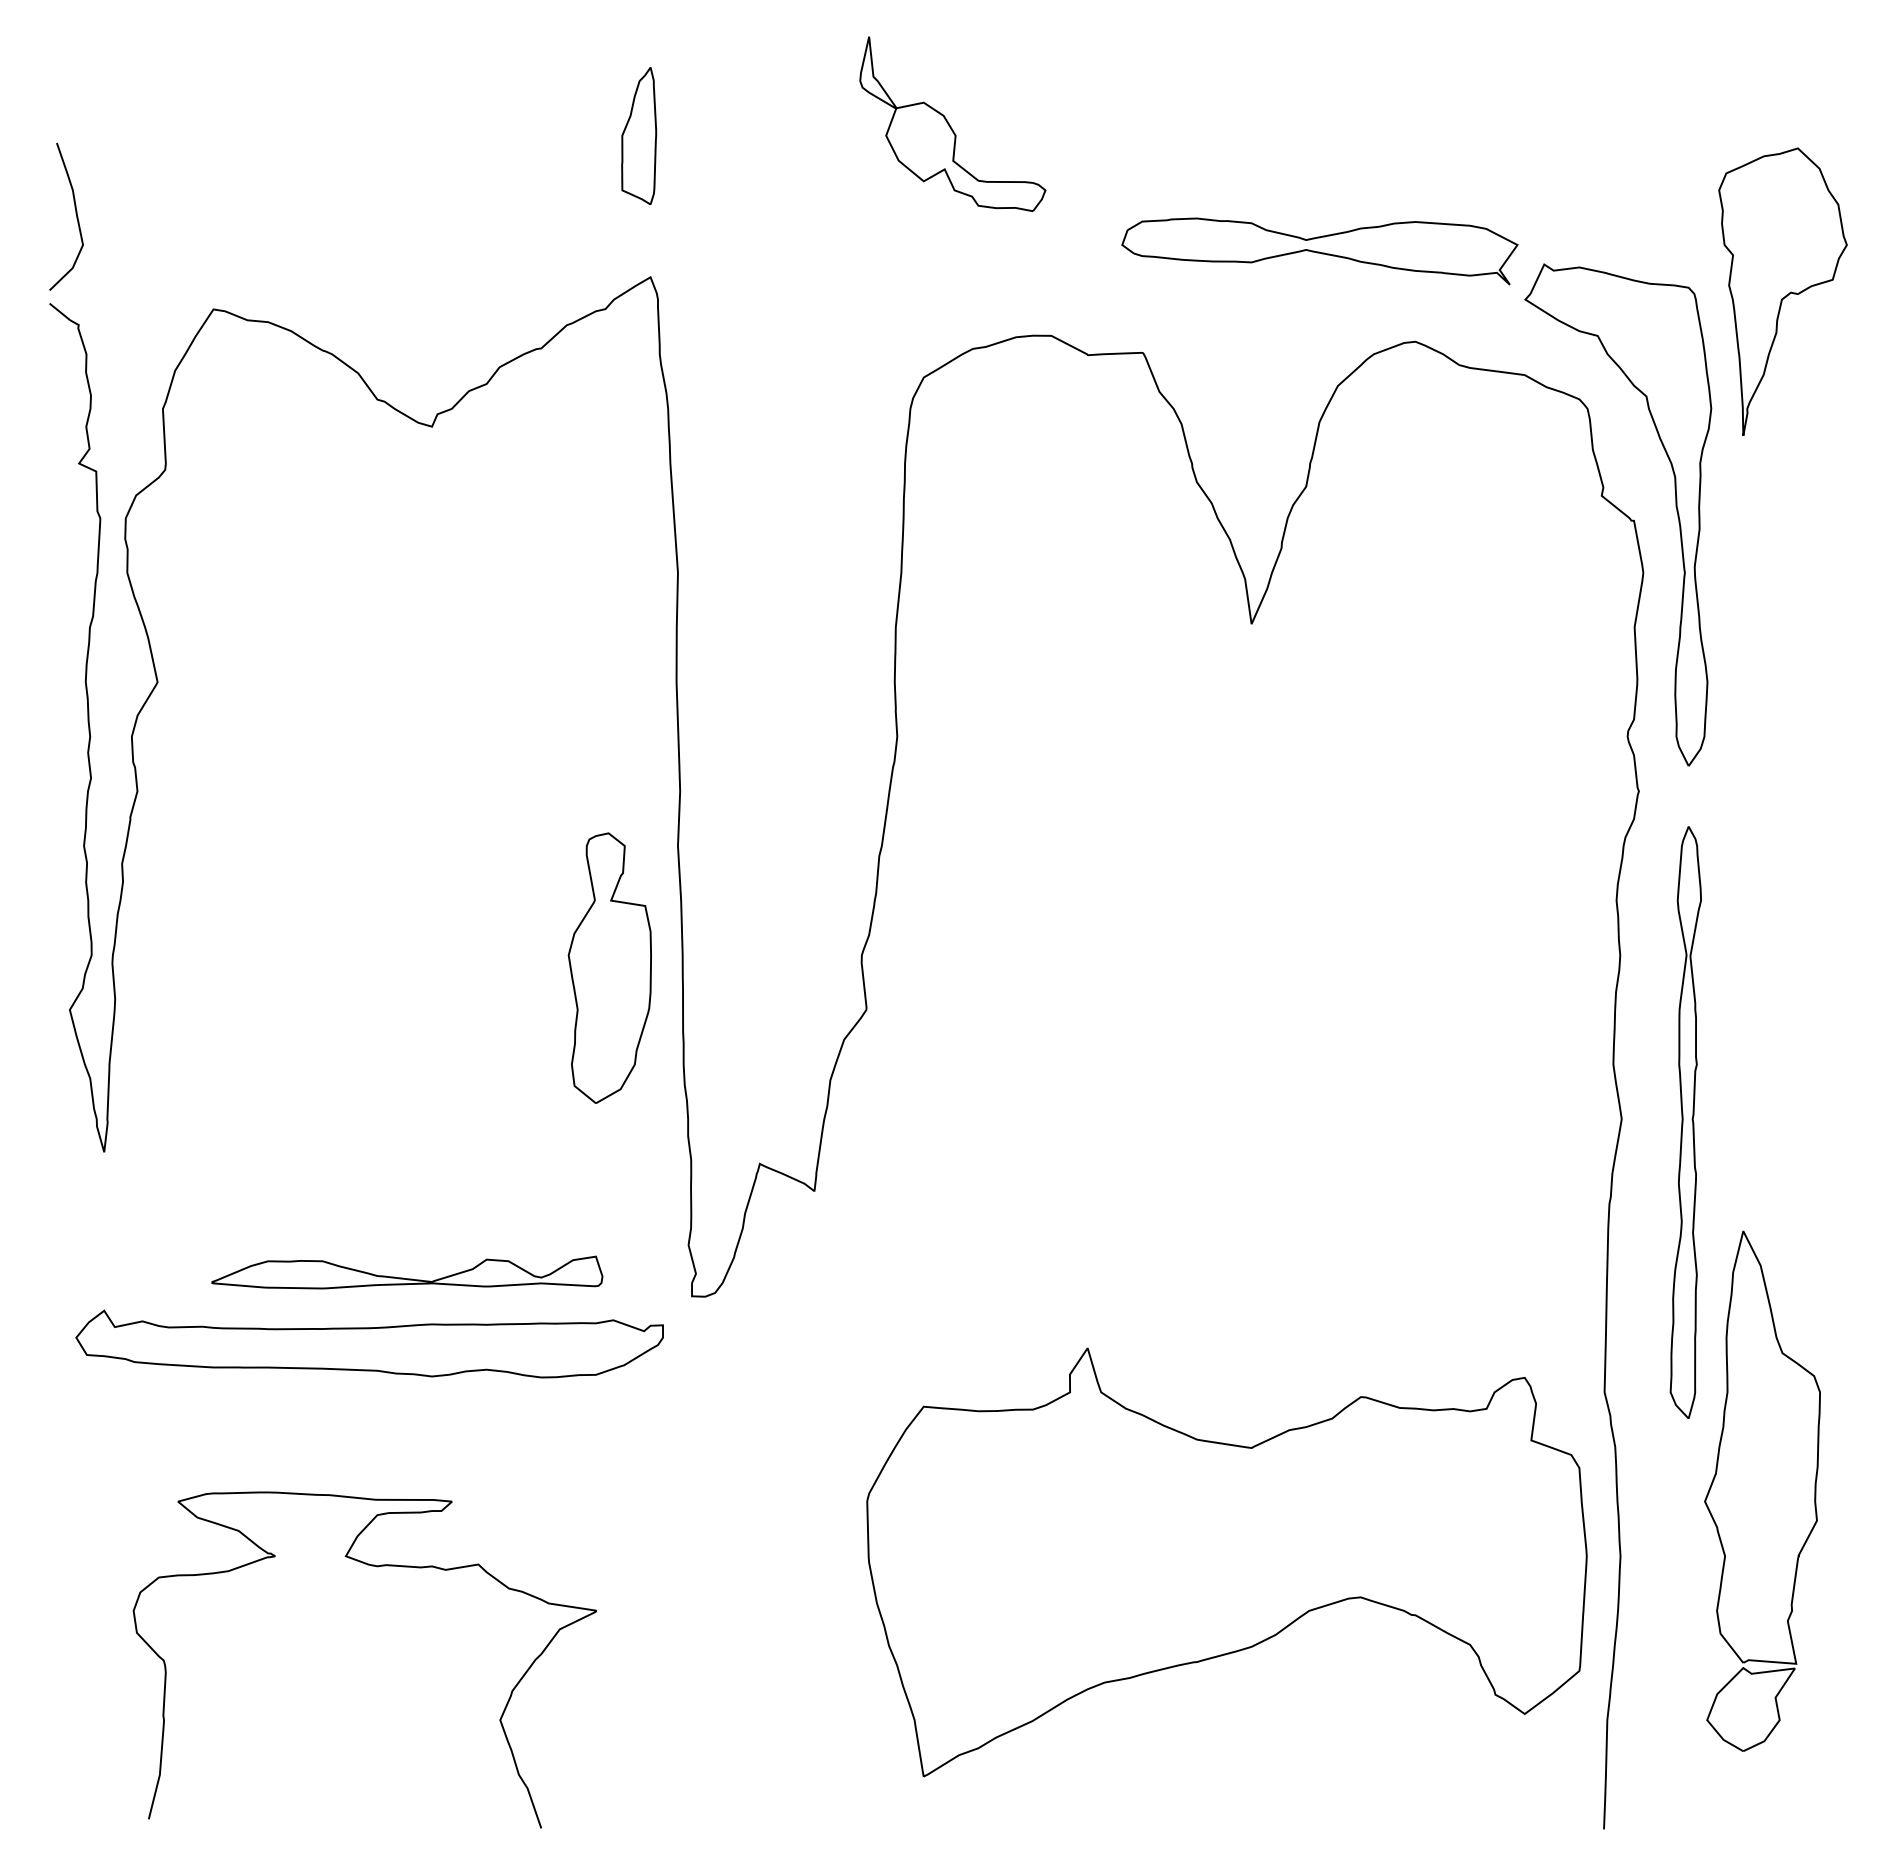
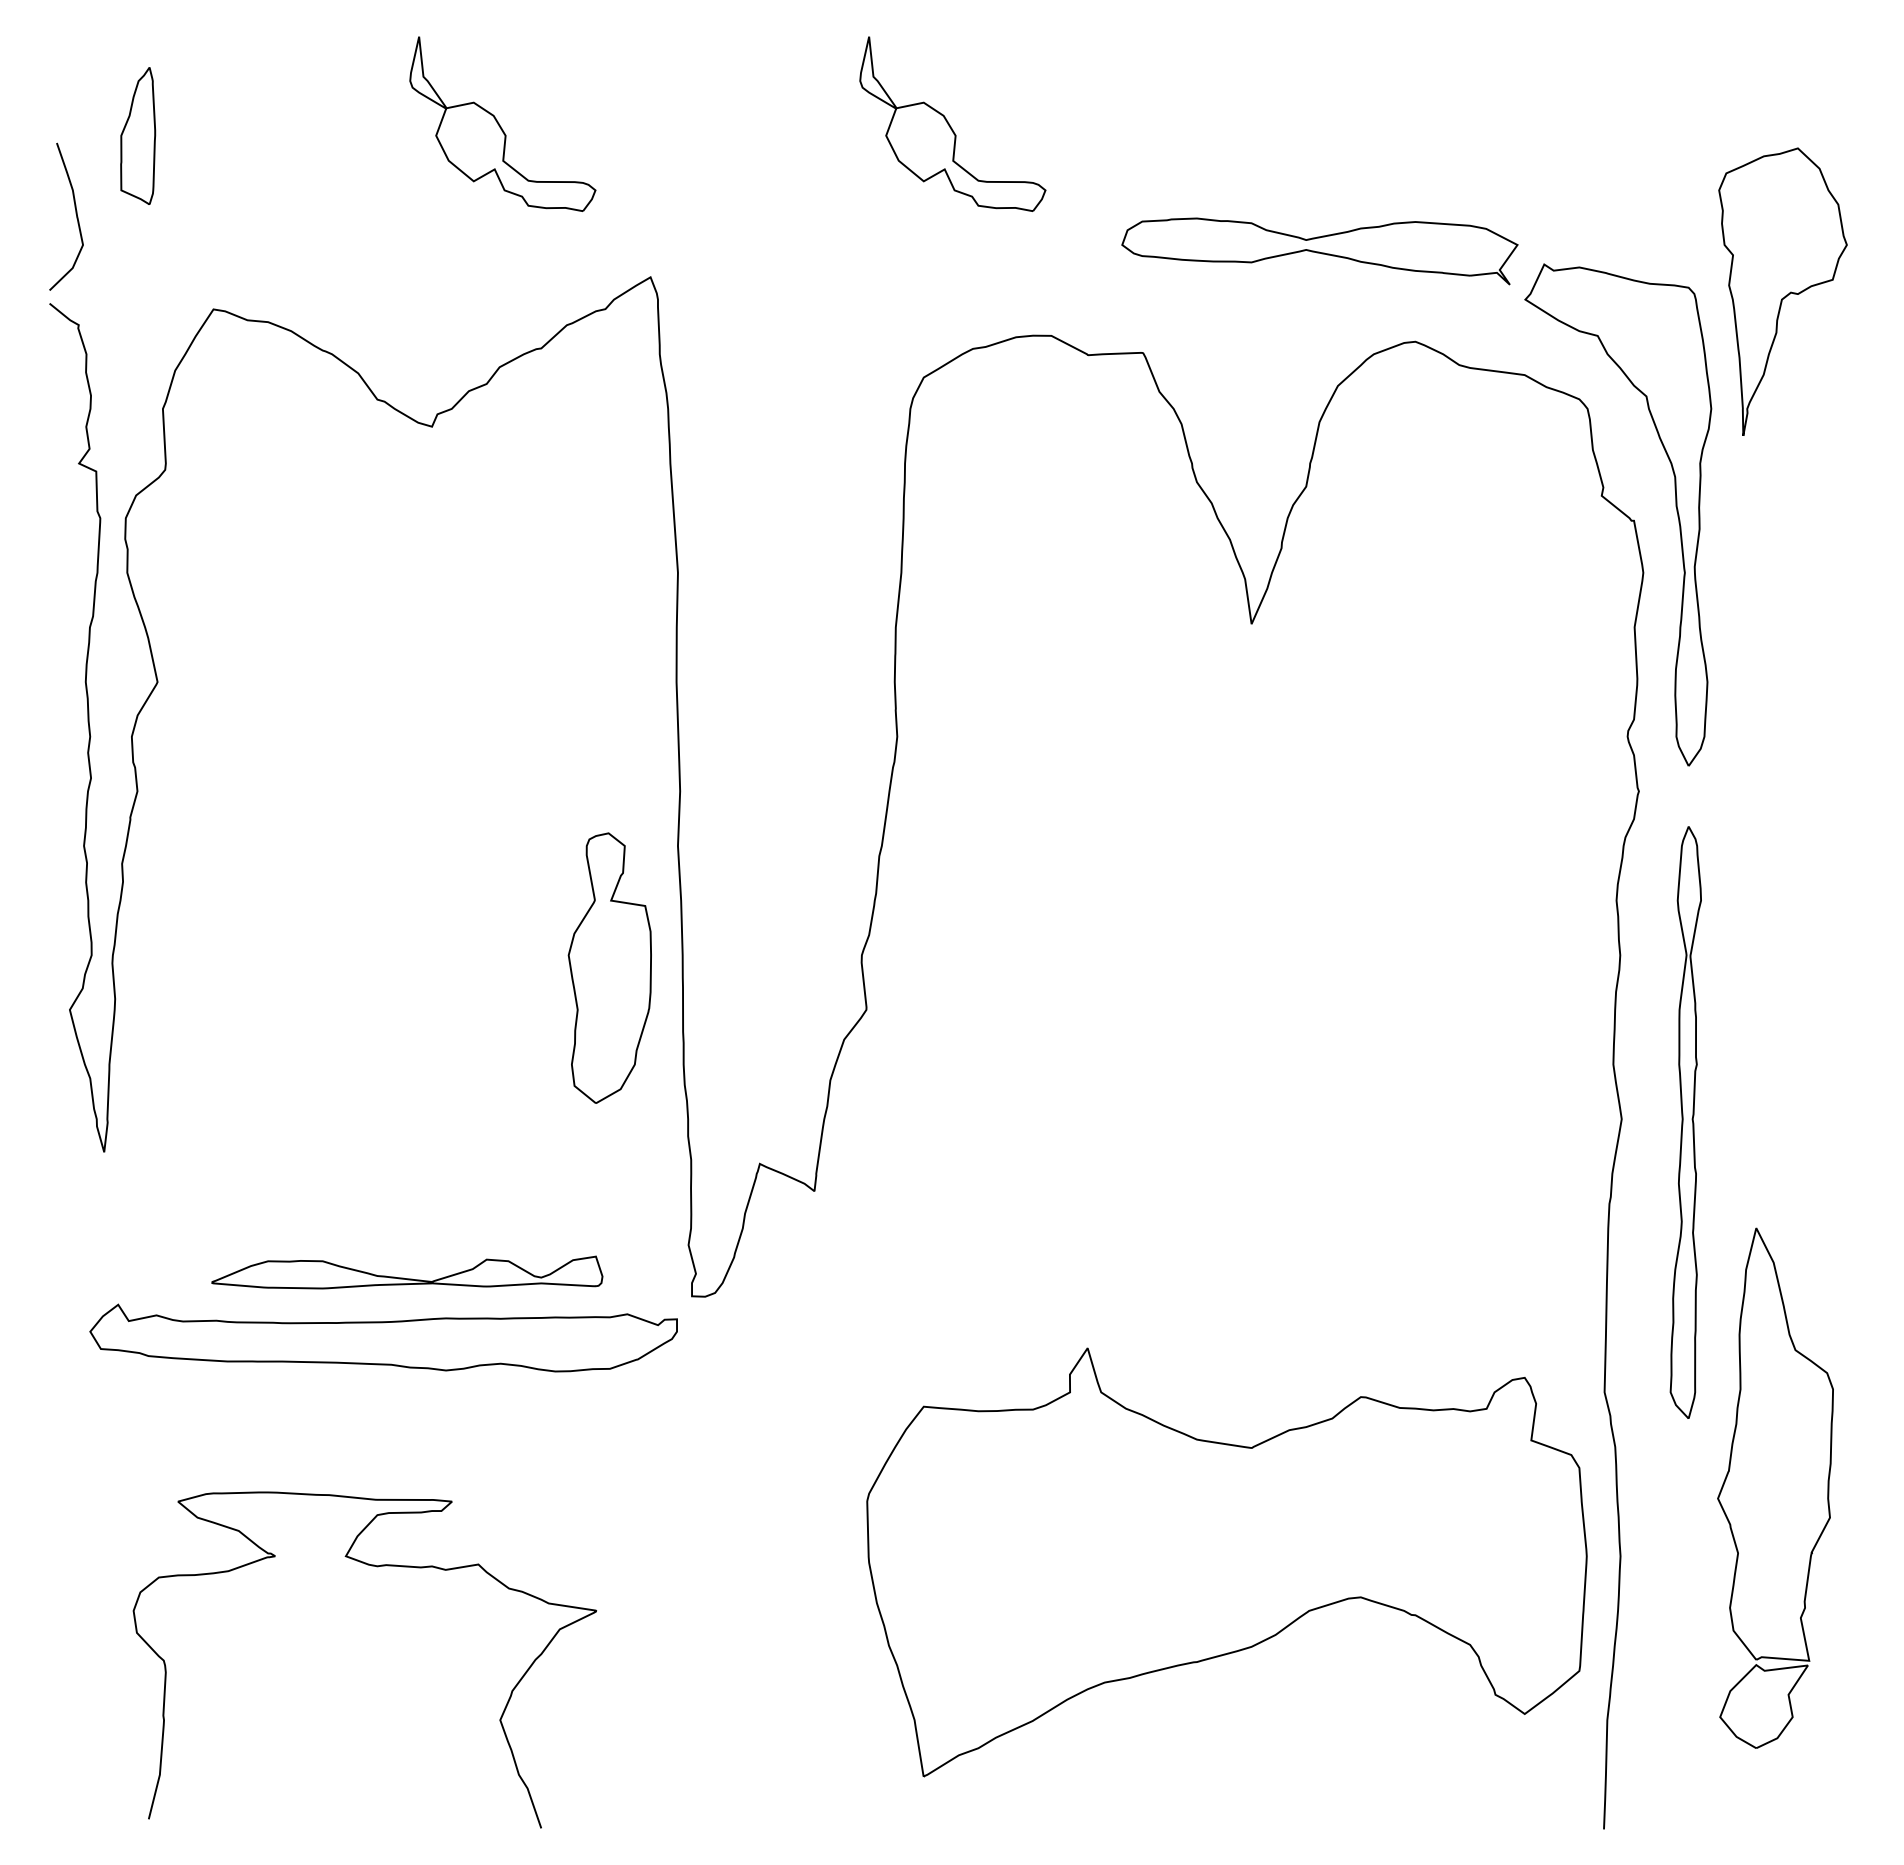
part at (502, 123): none -> present
part at (639, 135) position: (639, 135) -> (138, 135)
part at (369, 1343) position: (369, 1343) -> (383, 1337)
part at (1762, 1490) position: (1762, 1490) -> (1775, 1487)
